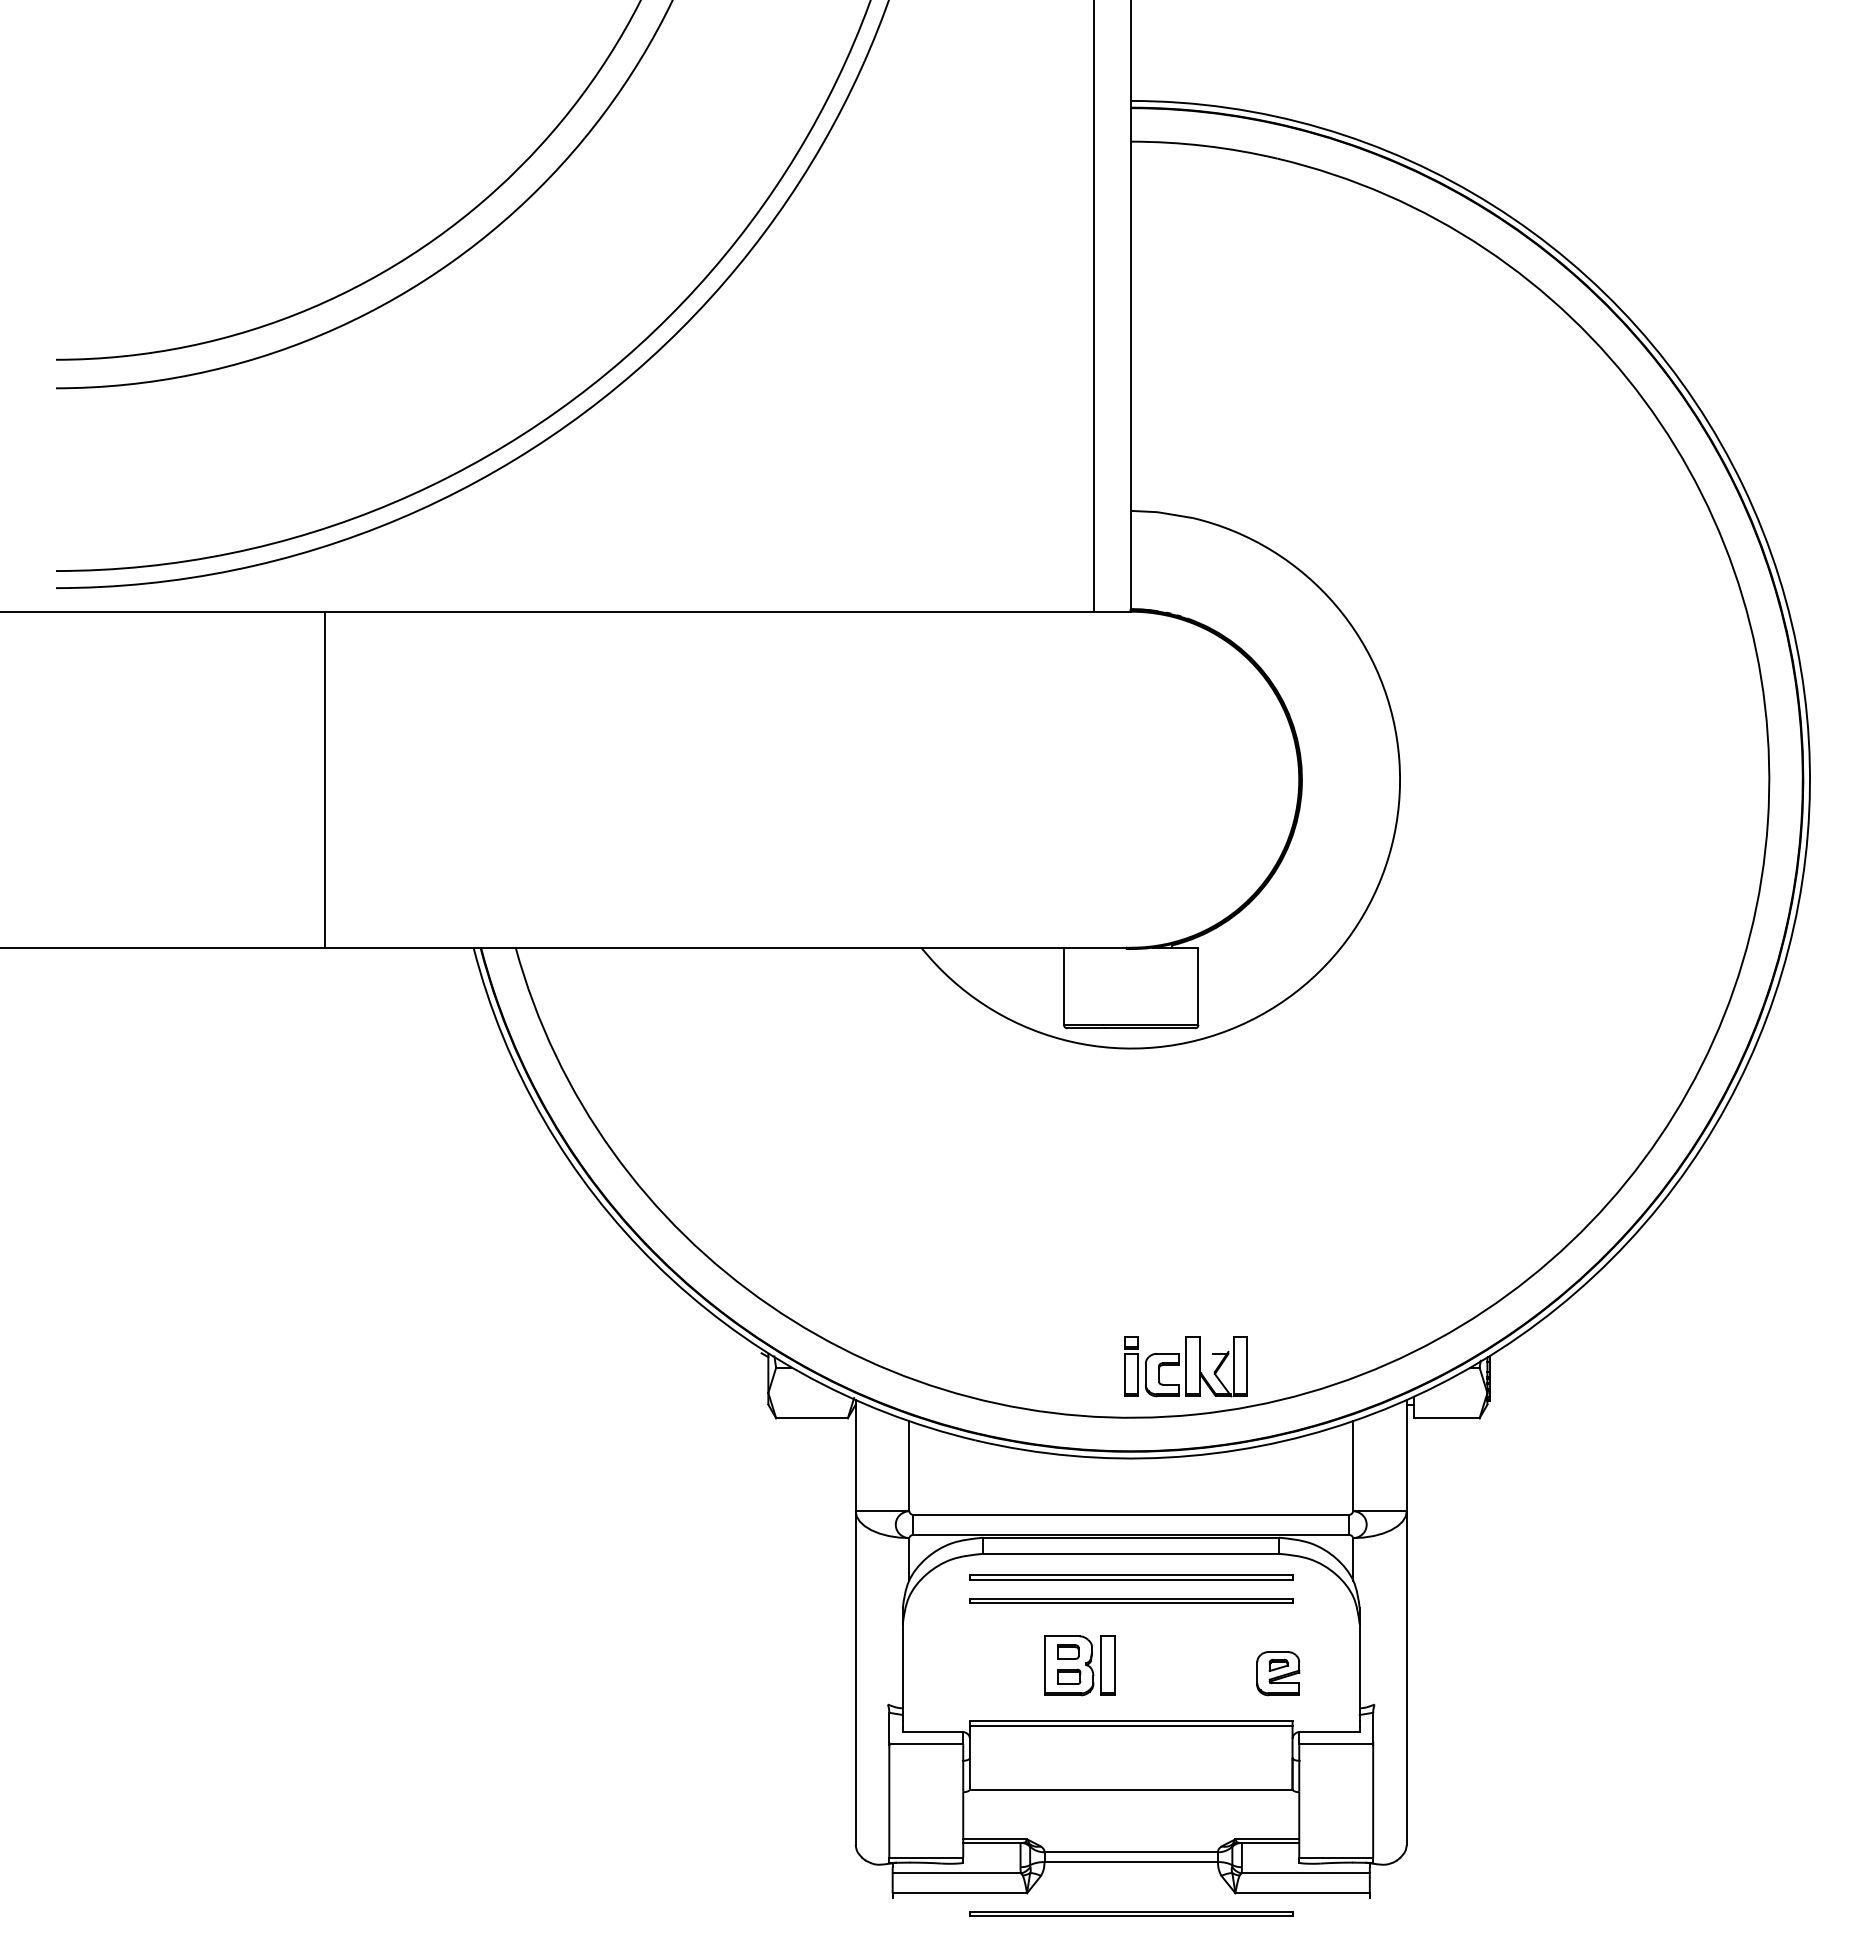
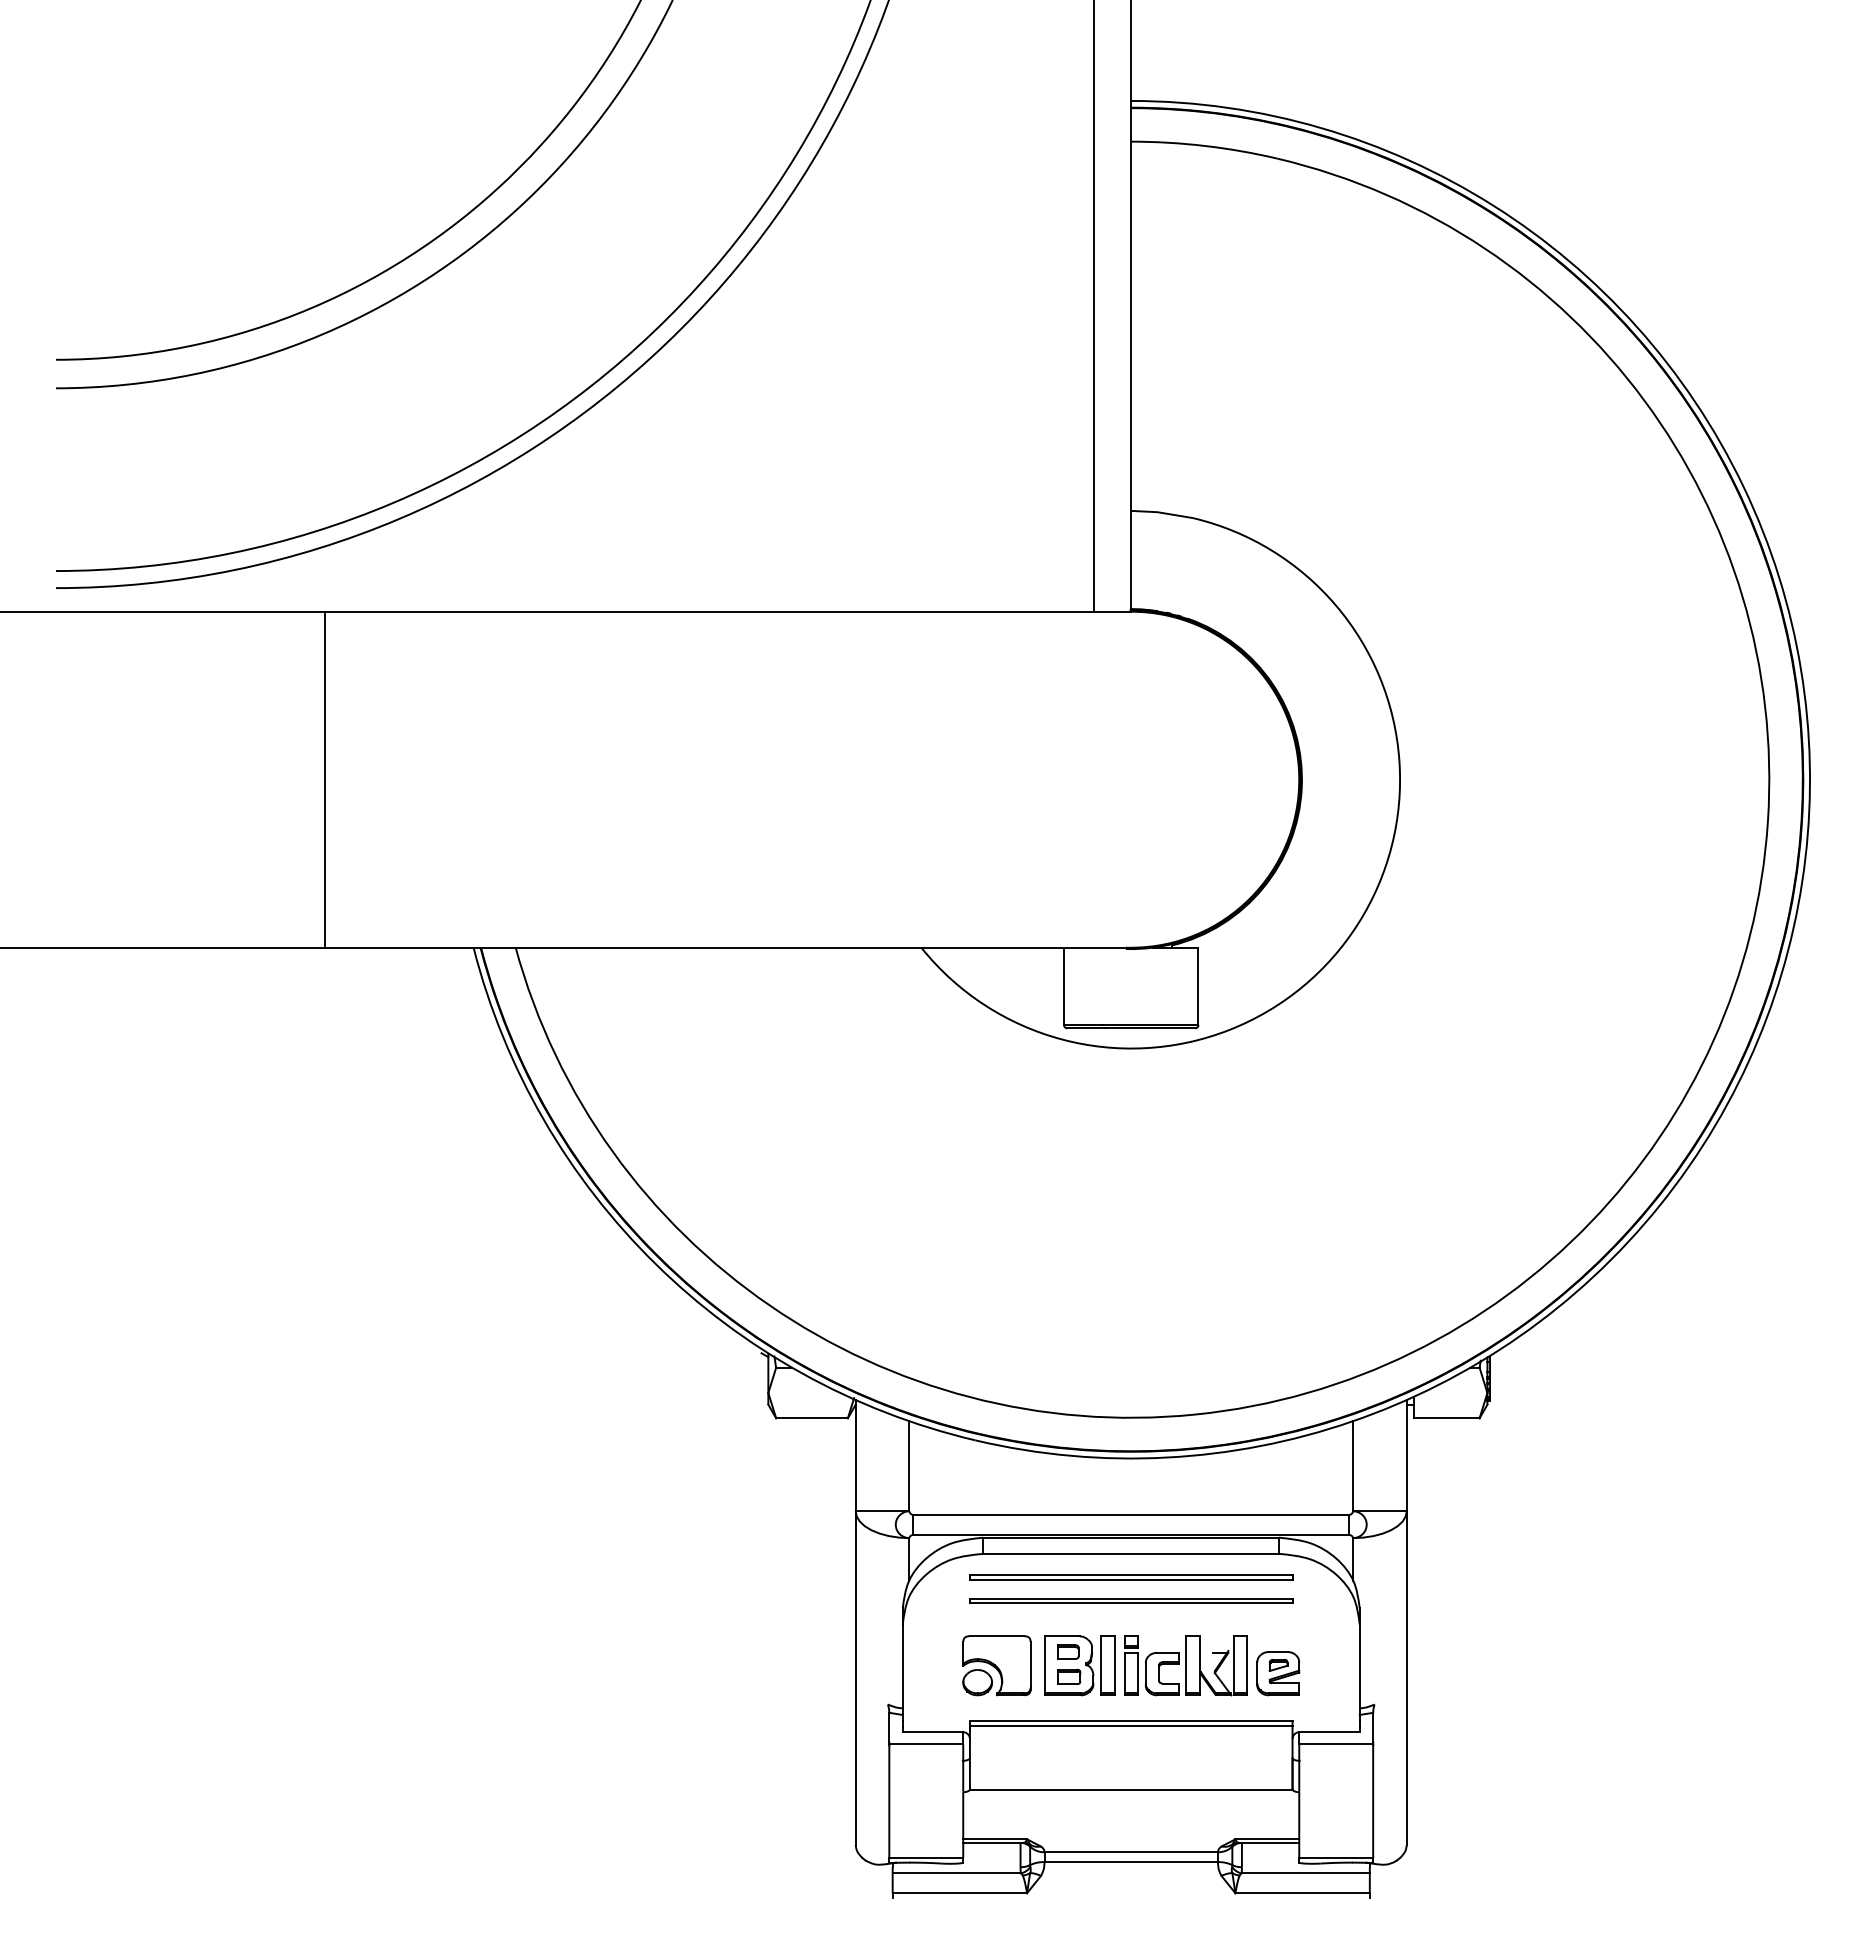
part at (1185, 1366) position: (1185, 1366) -> (1185, 1665)
part at (996, 1665): none -> present
part at (1131, 1913): present -> none
